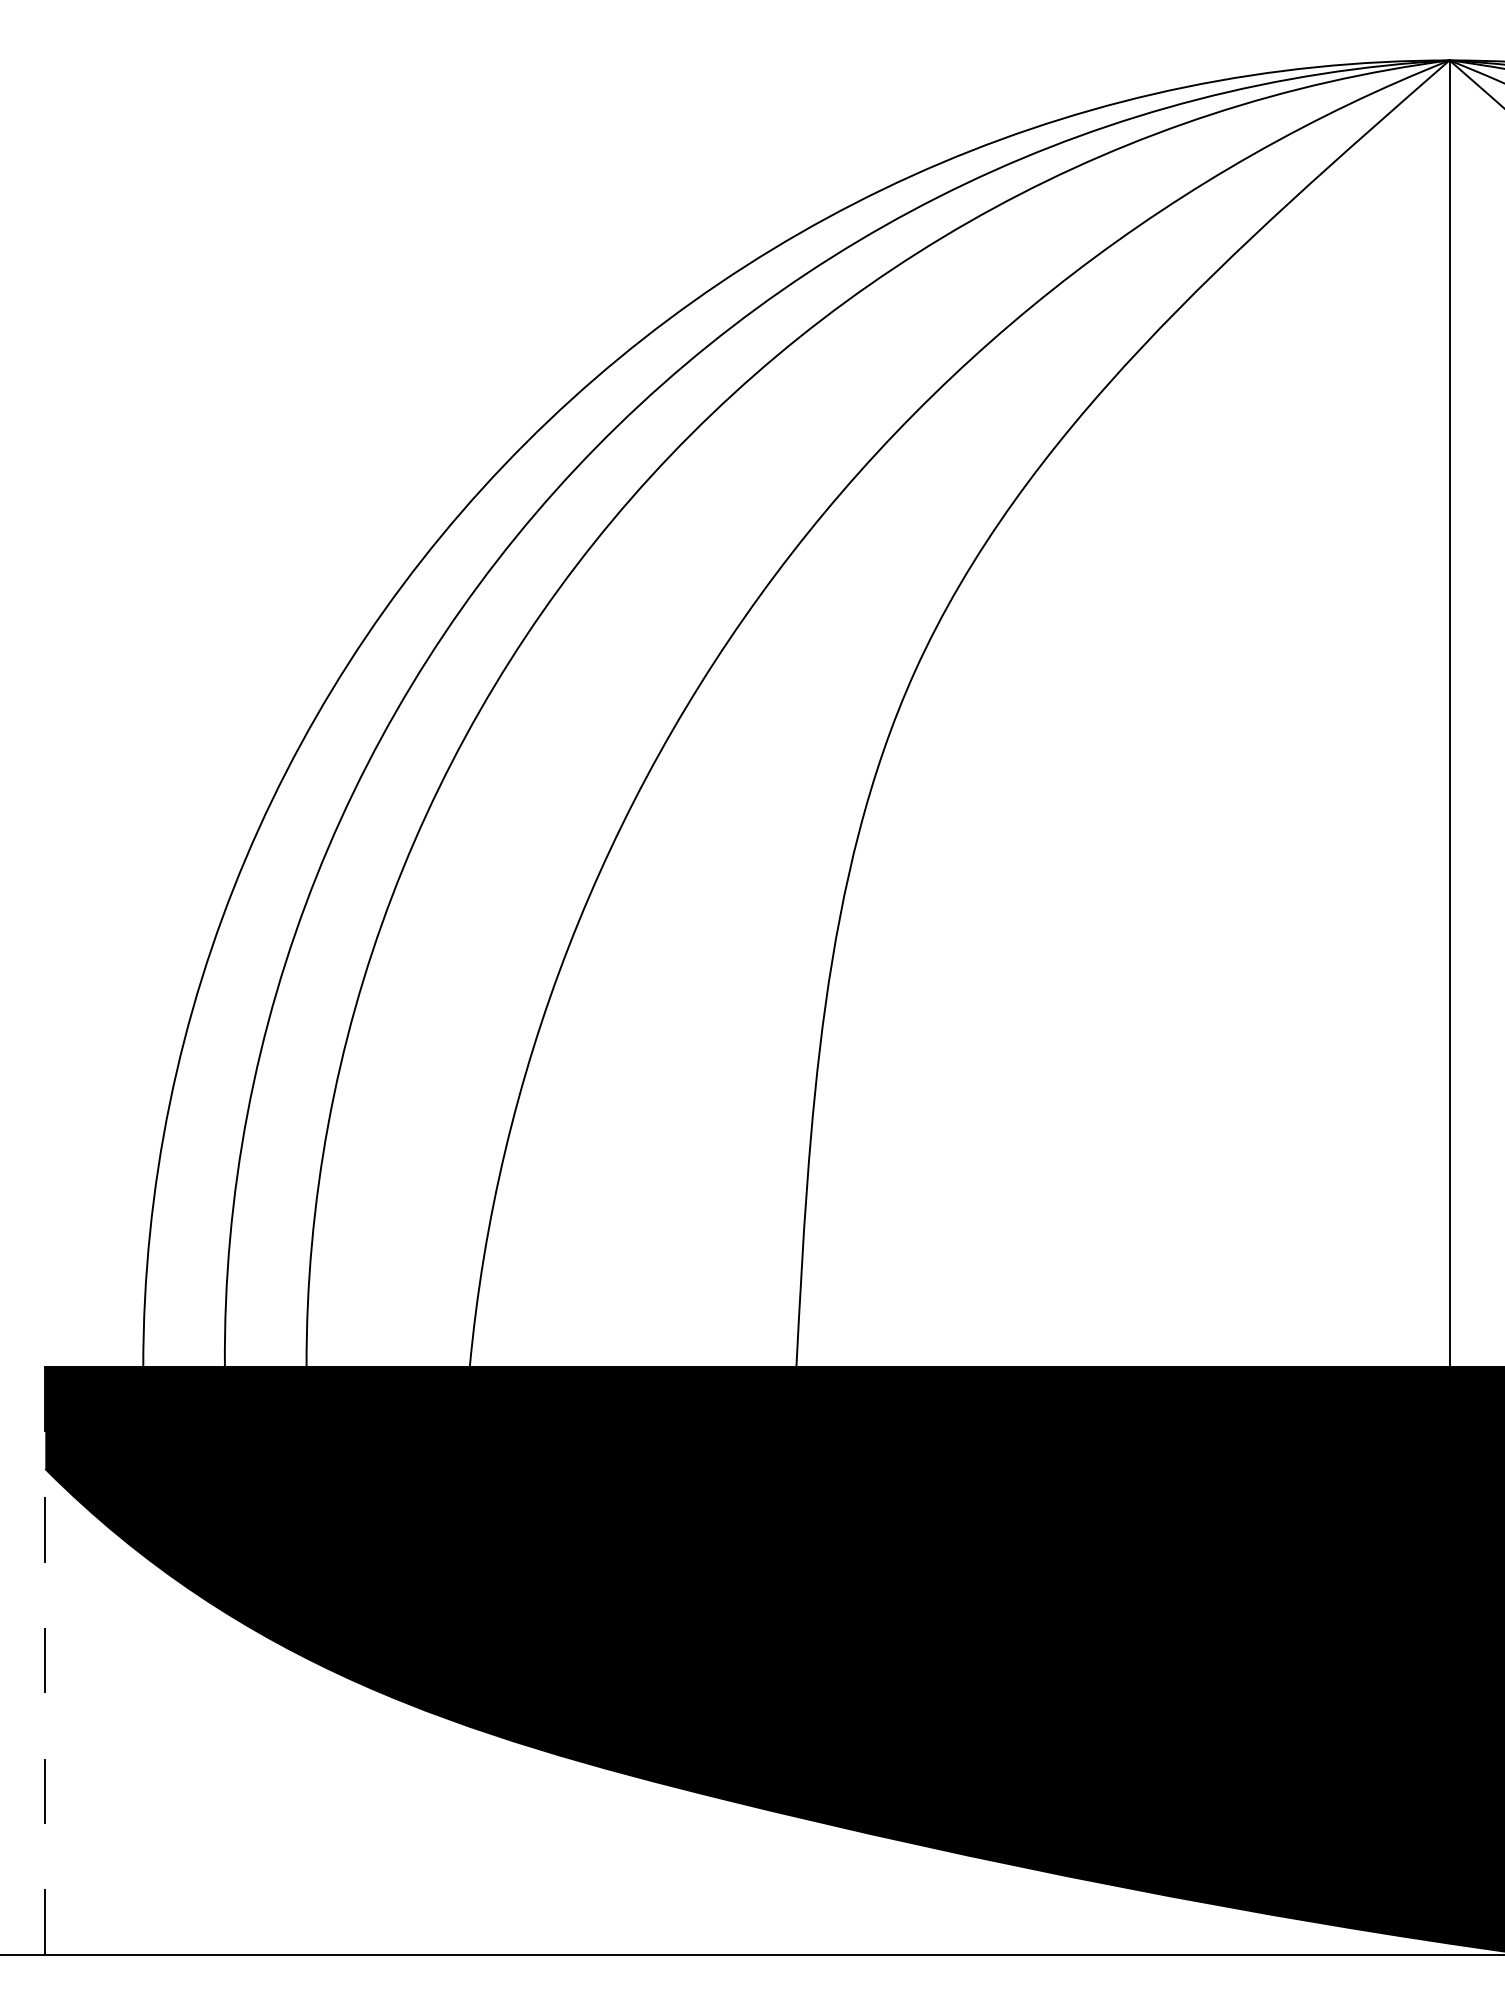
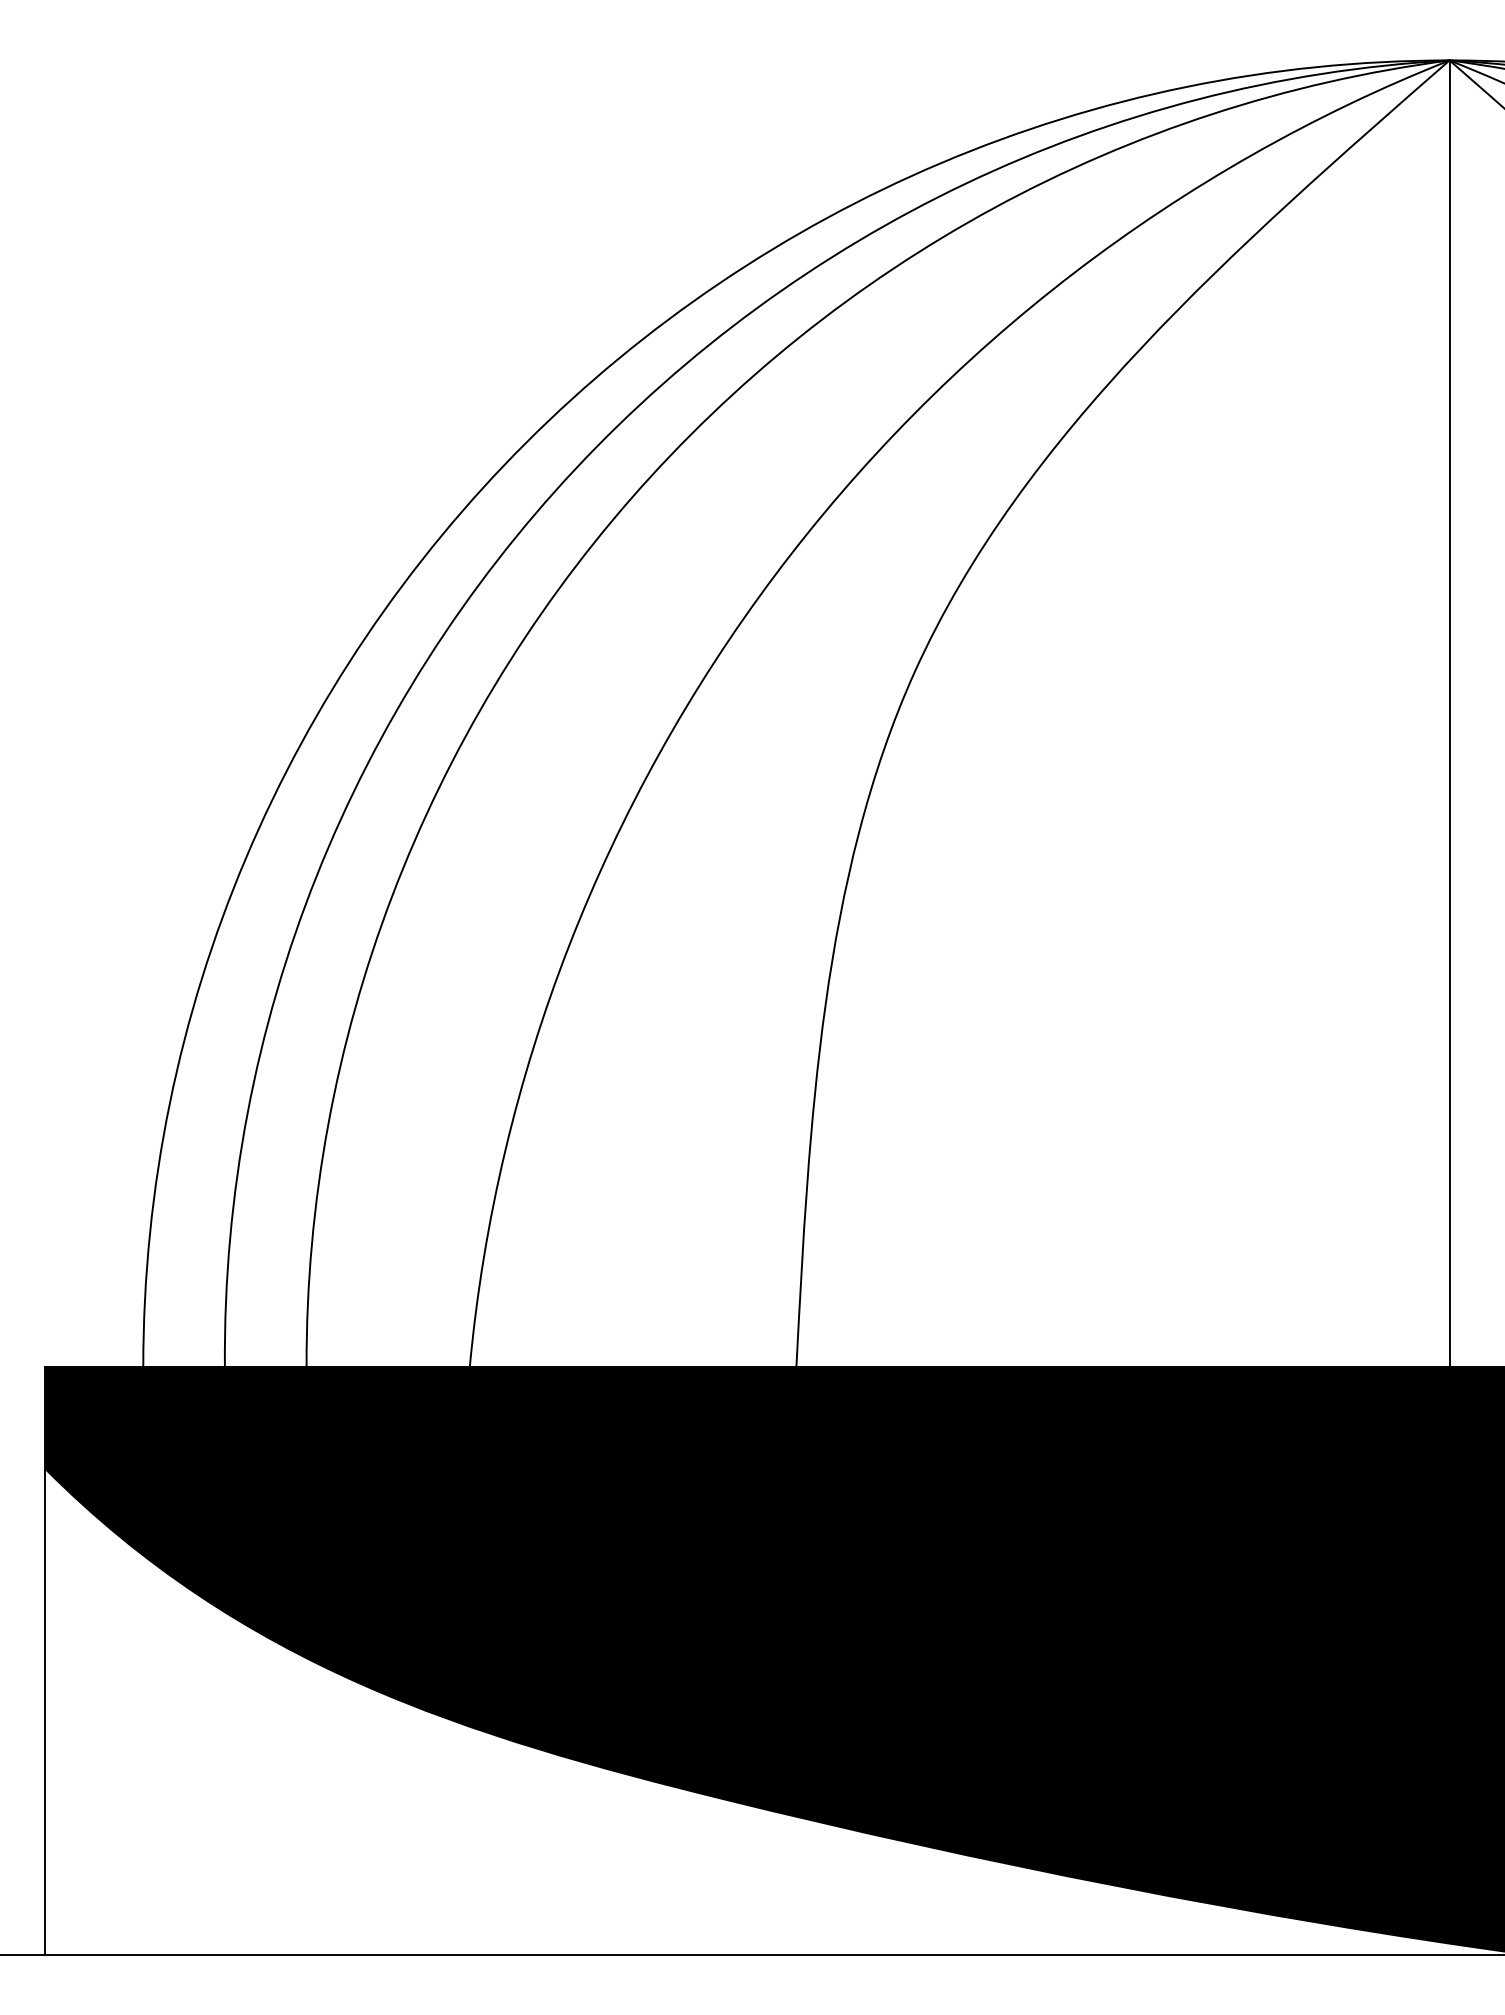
line at (45, 1660): dashed -> solid
